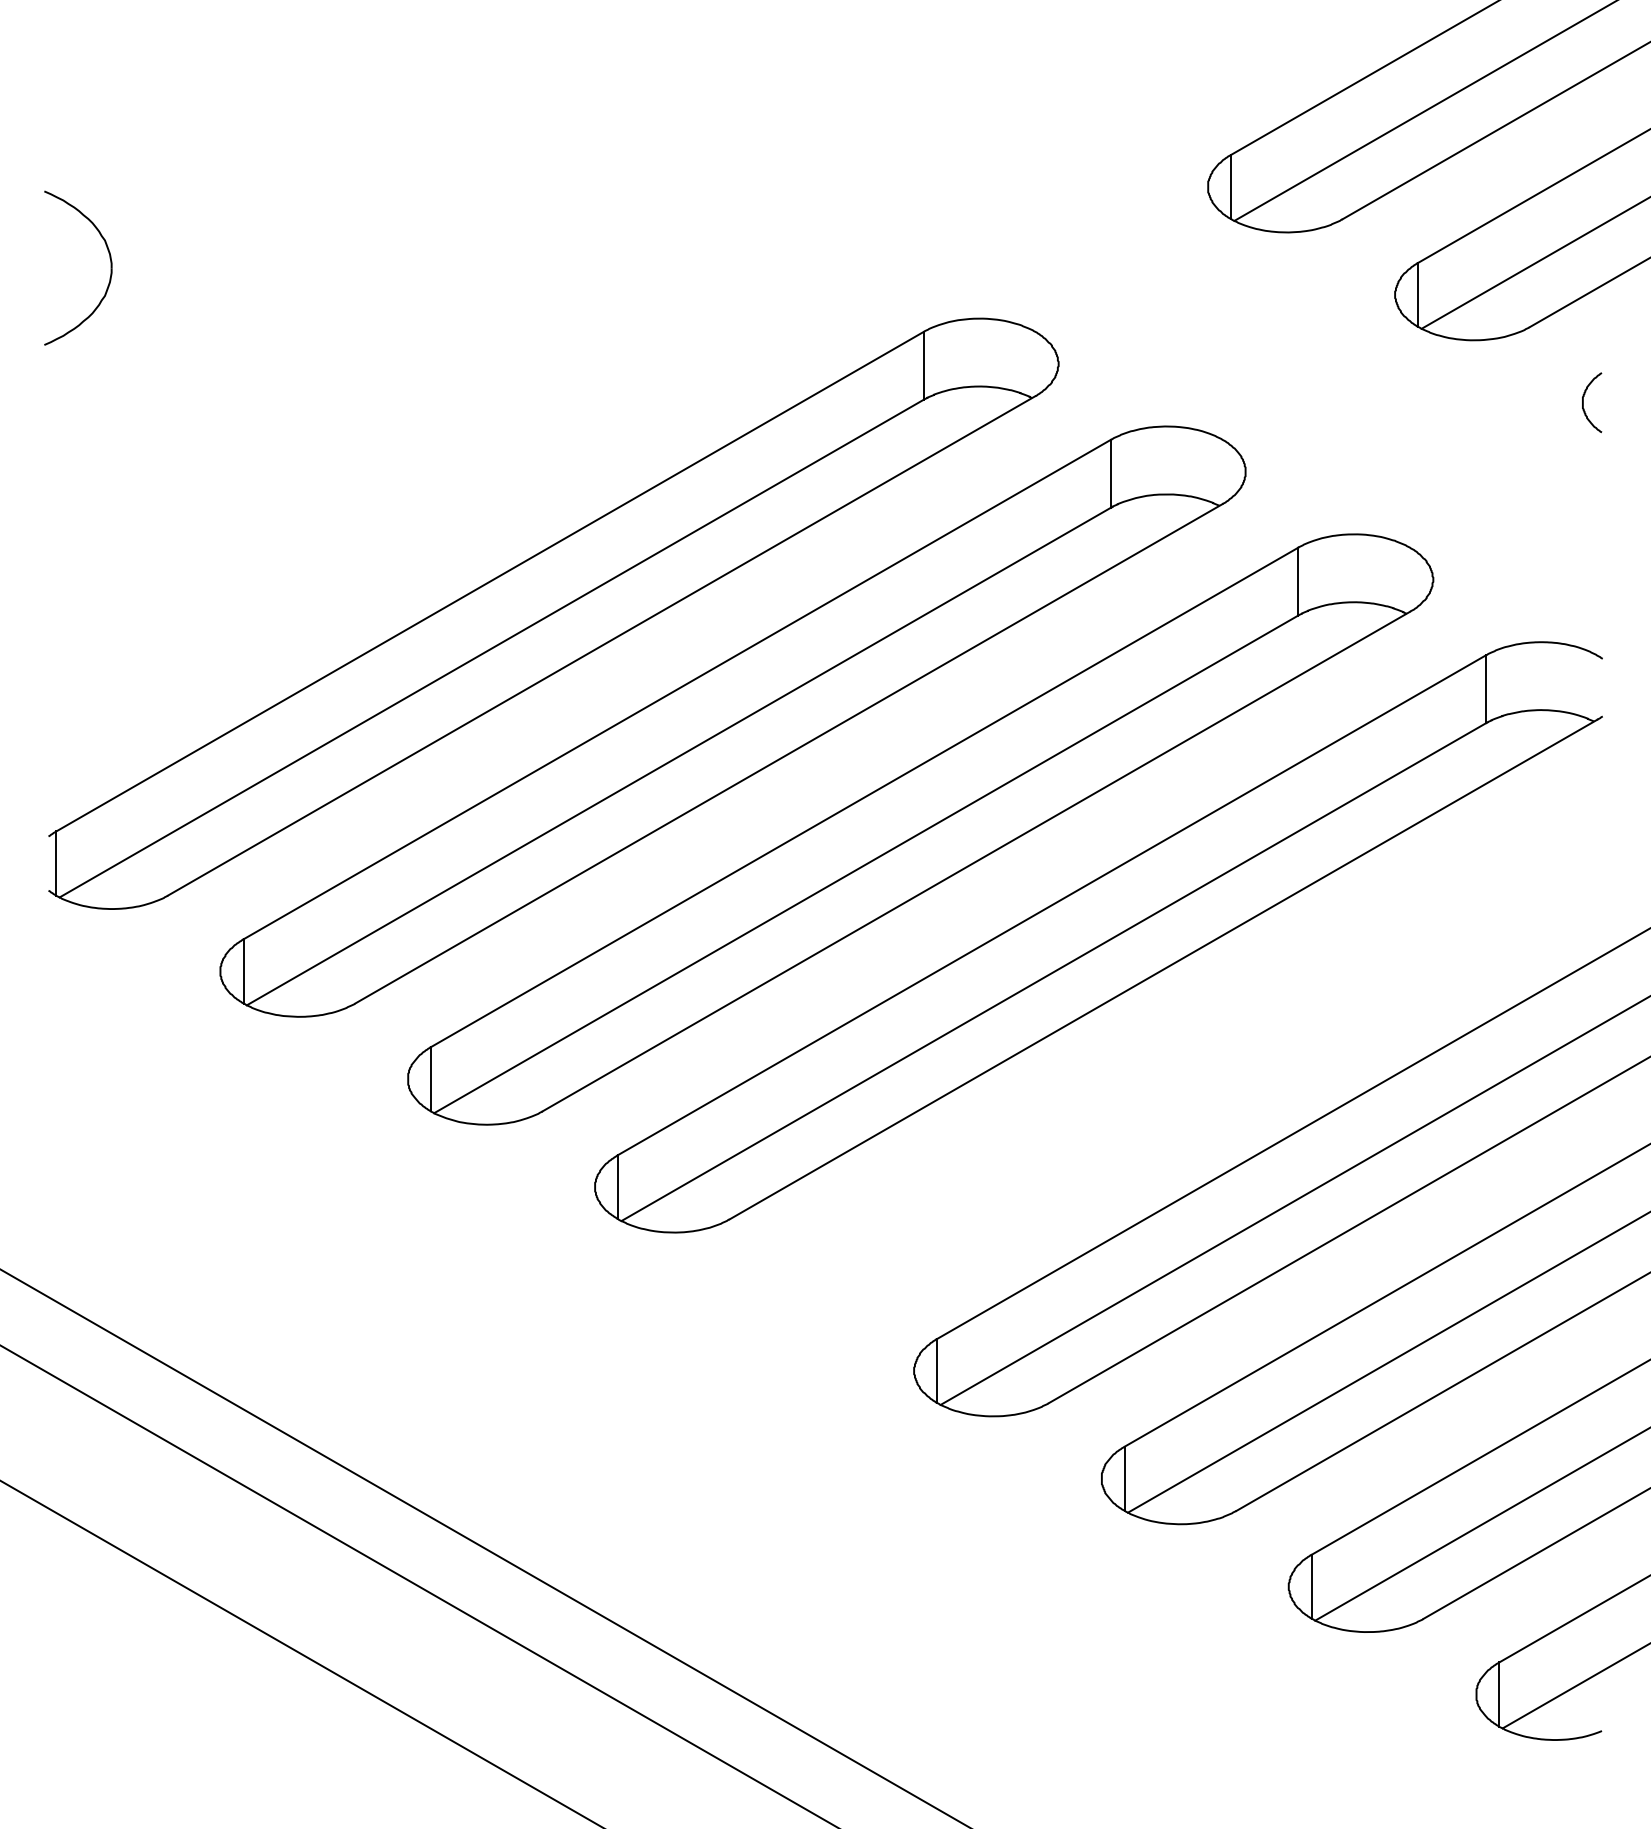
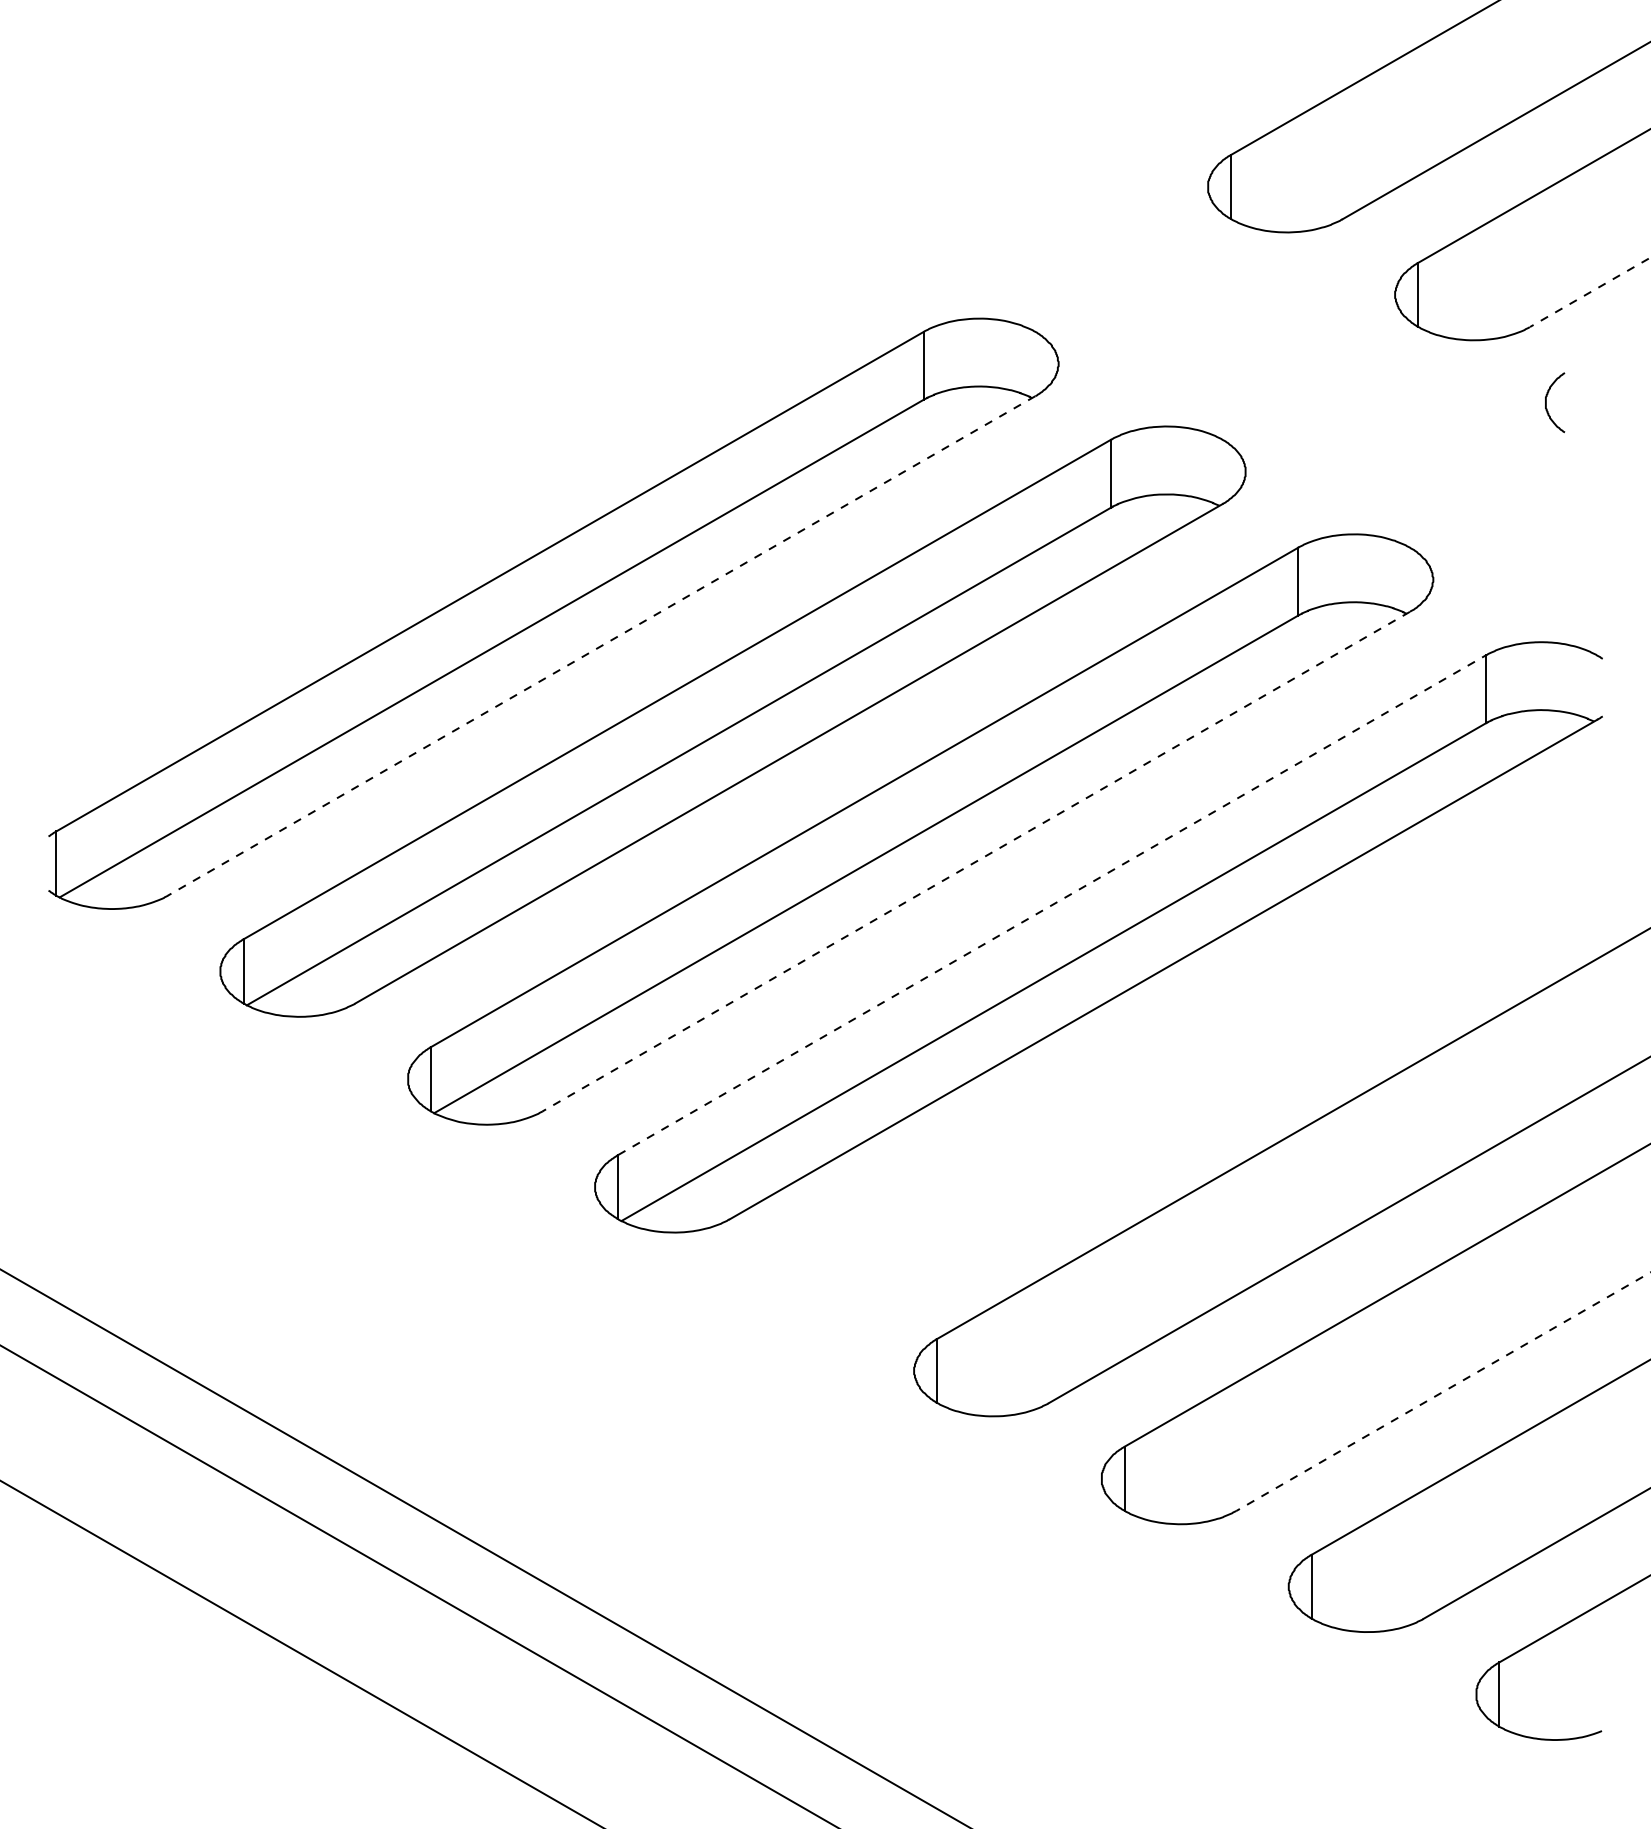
line at (1424, 111): present -> none
line at (1534, 263): present -> none
part at (110, 267): present -> none
line at (1589, 292): solid -> dashed
curve at (1583, 402) position: (1583, 402) -> (1546, 402)
line at (601, 646): solid -> dashed
line at (975, 861): solid -> dashed
line at (1052, 905): solid -> dashed
line at (1293, 1200): present -> none
line at (1387, 1362): present -> none
line at (1443, 1391): solid -> dashed
line at (1481, 1524): present -> none
line at (1574, 1686): present -> none
